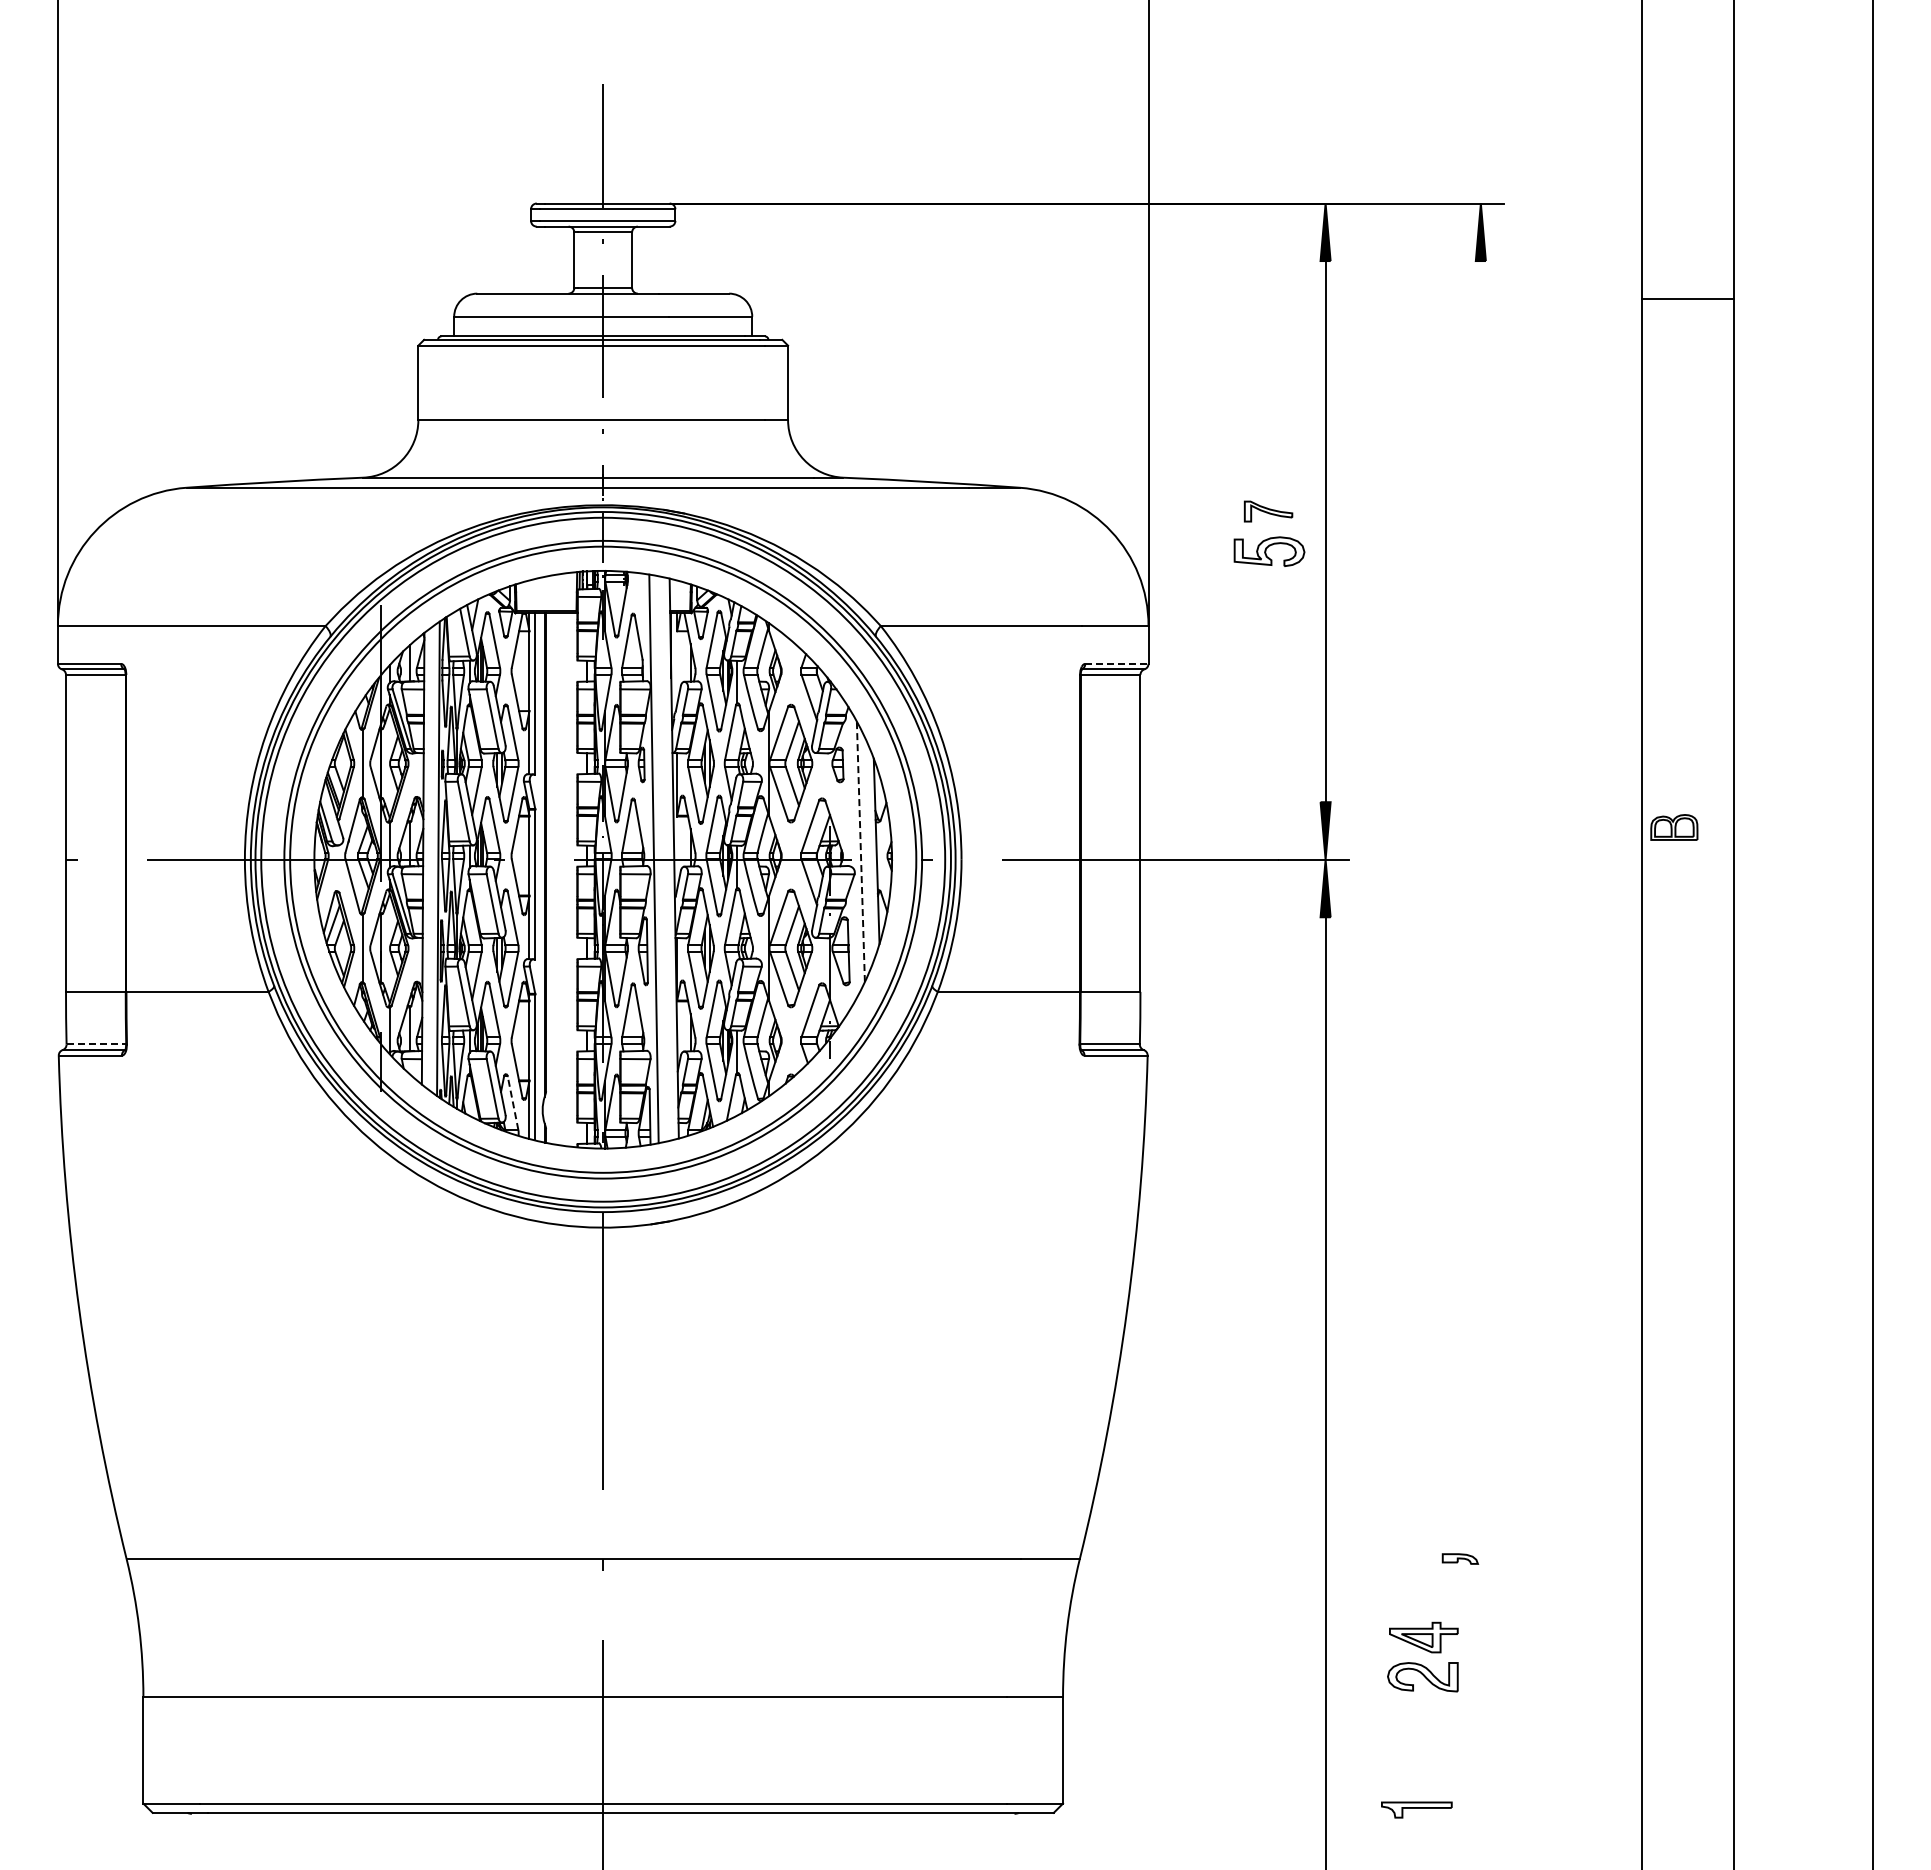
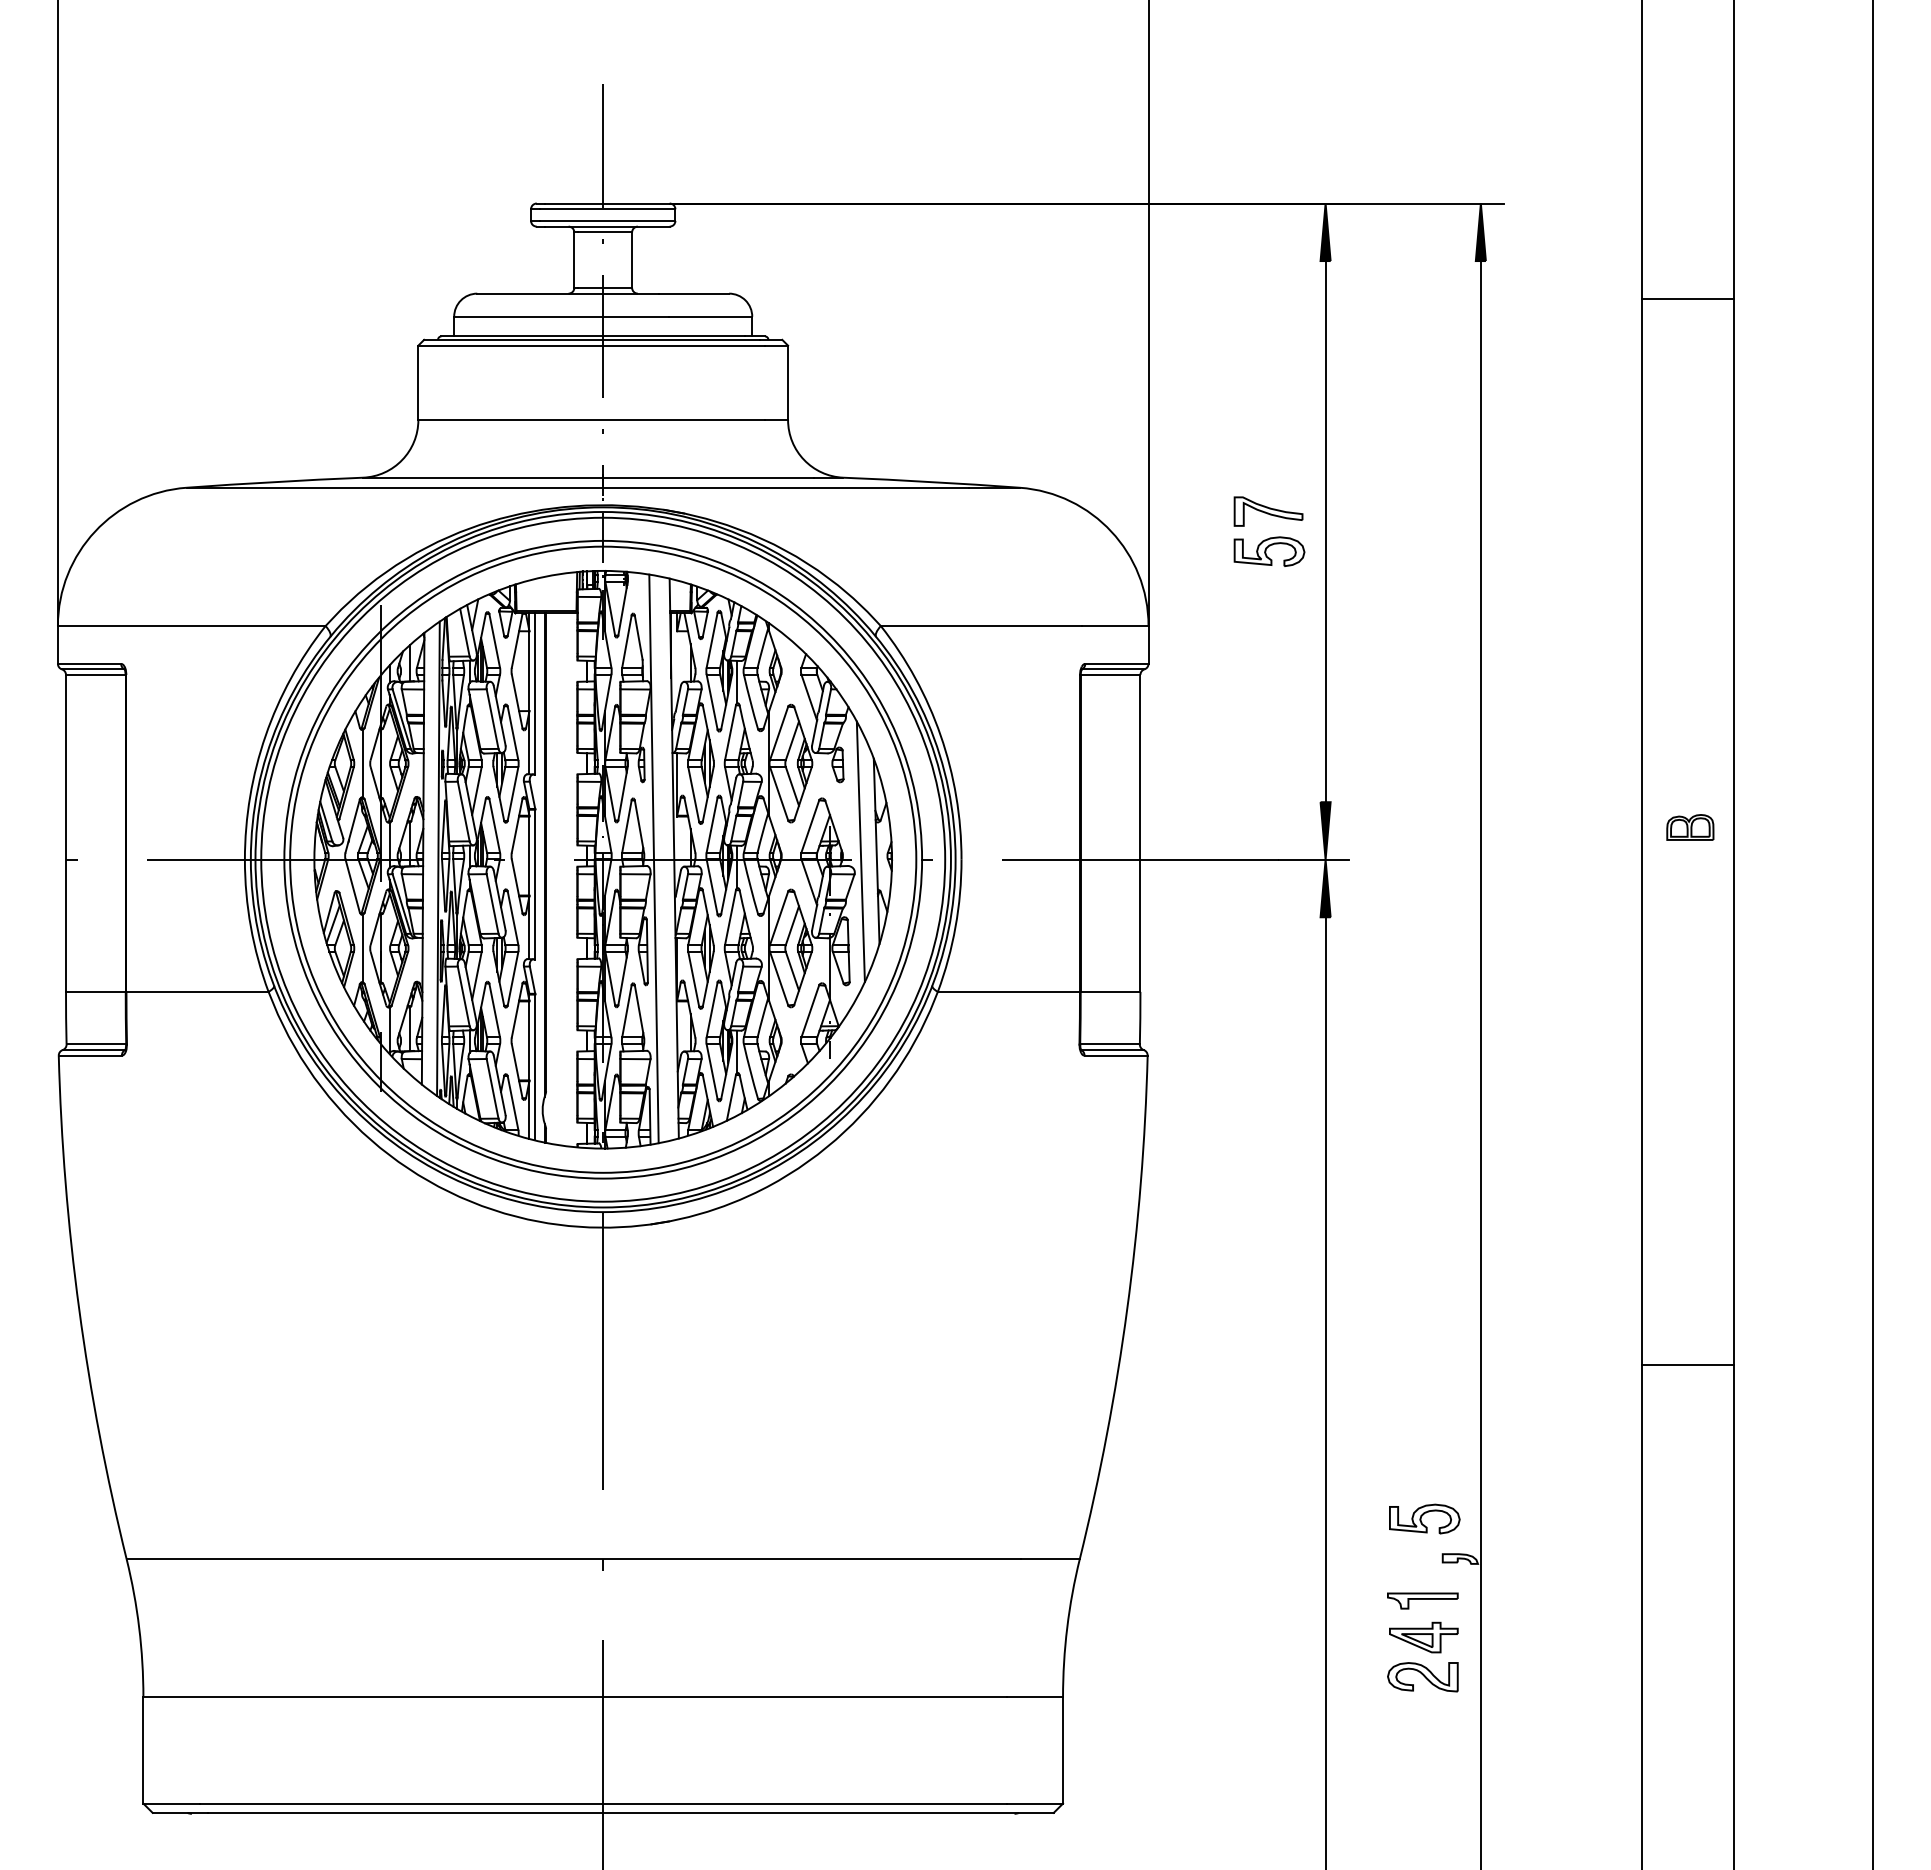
part at (1268, 511) size: 51x23 px -> 71x31 px
line at (1116, 663): dashed -> solid
part at (1674, 827) position: (1674, 827) -> (1690, 827)
line at (860, 851): dashed -> solid
line at (96, 1044): dashed -> solid
line at (1480, 1063): none -> present
line at (512, 1102): dashed -> solid
line at (1688, 1365): none -> present
part at (1424, 1518): none -> present
part at (1416, 1809) position: (1416, 1809) -> (1422, 1600)
